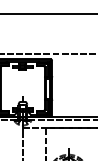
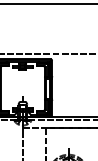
line at (48, 14) position: (48, 14) -> (48, 4)
